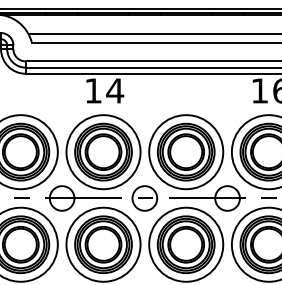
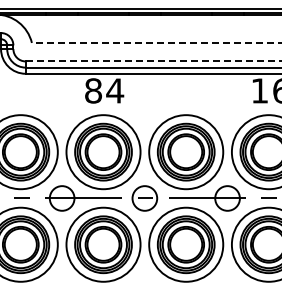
line at (153, 34): present -> none
line at (156, 42): solid -> dashed
line at (154, 61): solid -> dashed
text at (93, 90): 14 -> 84
